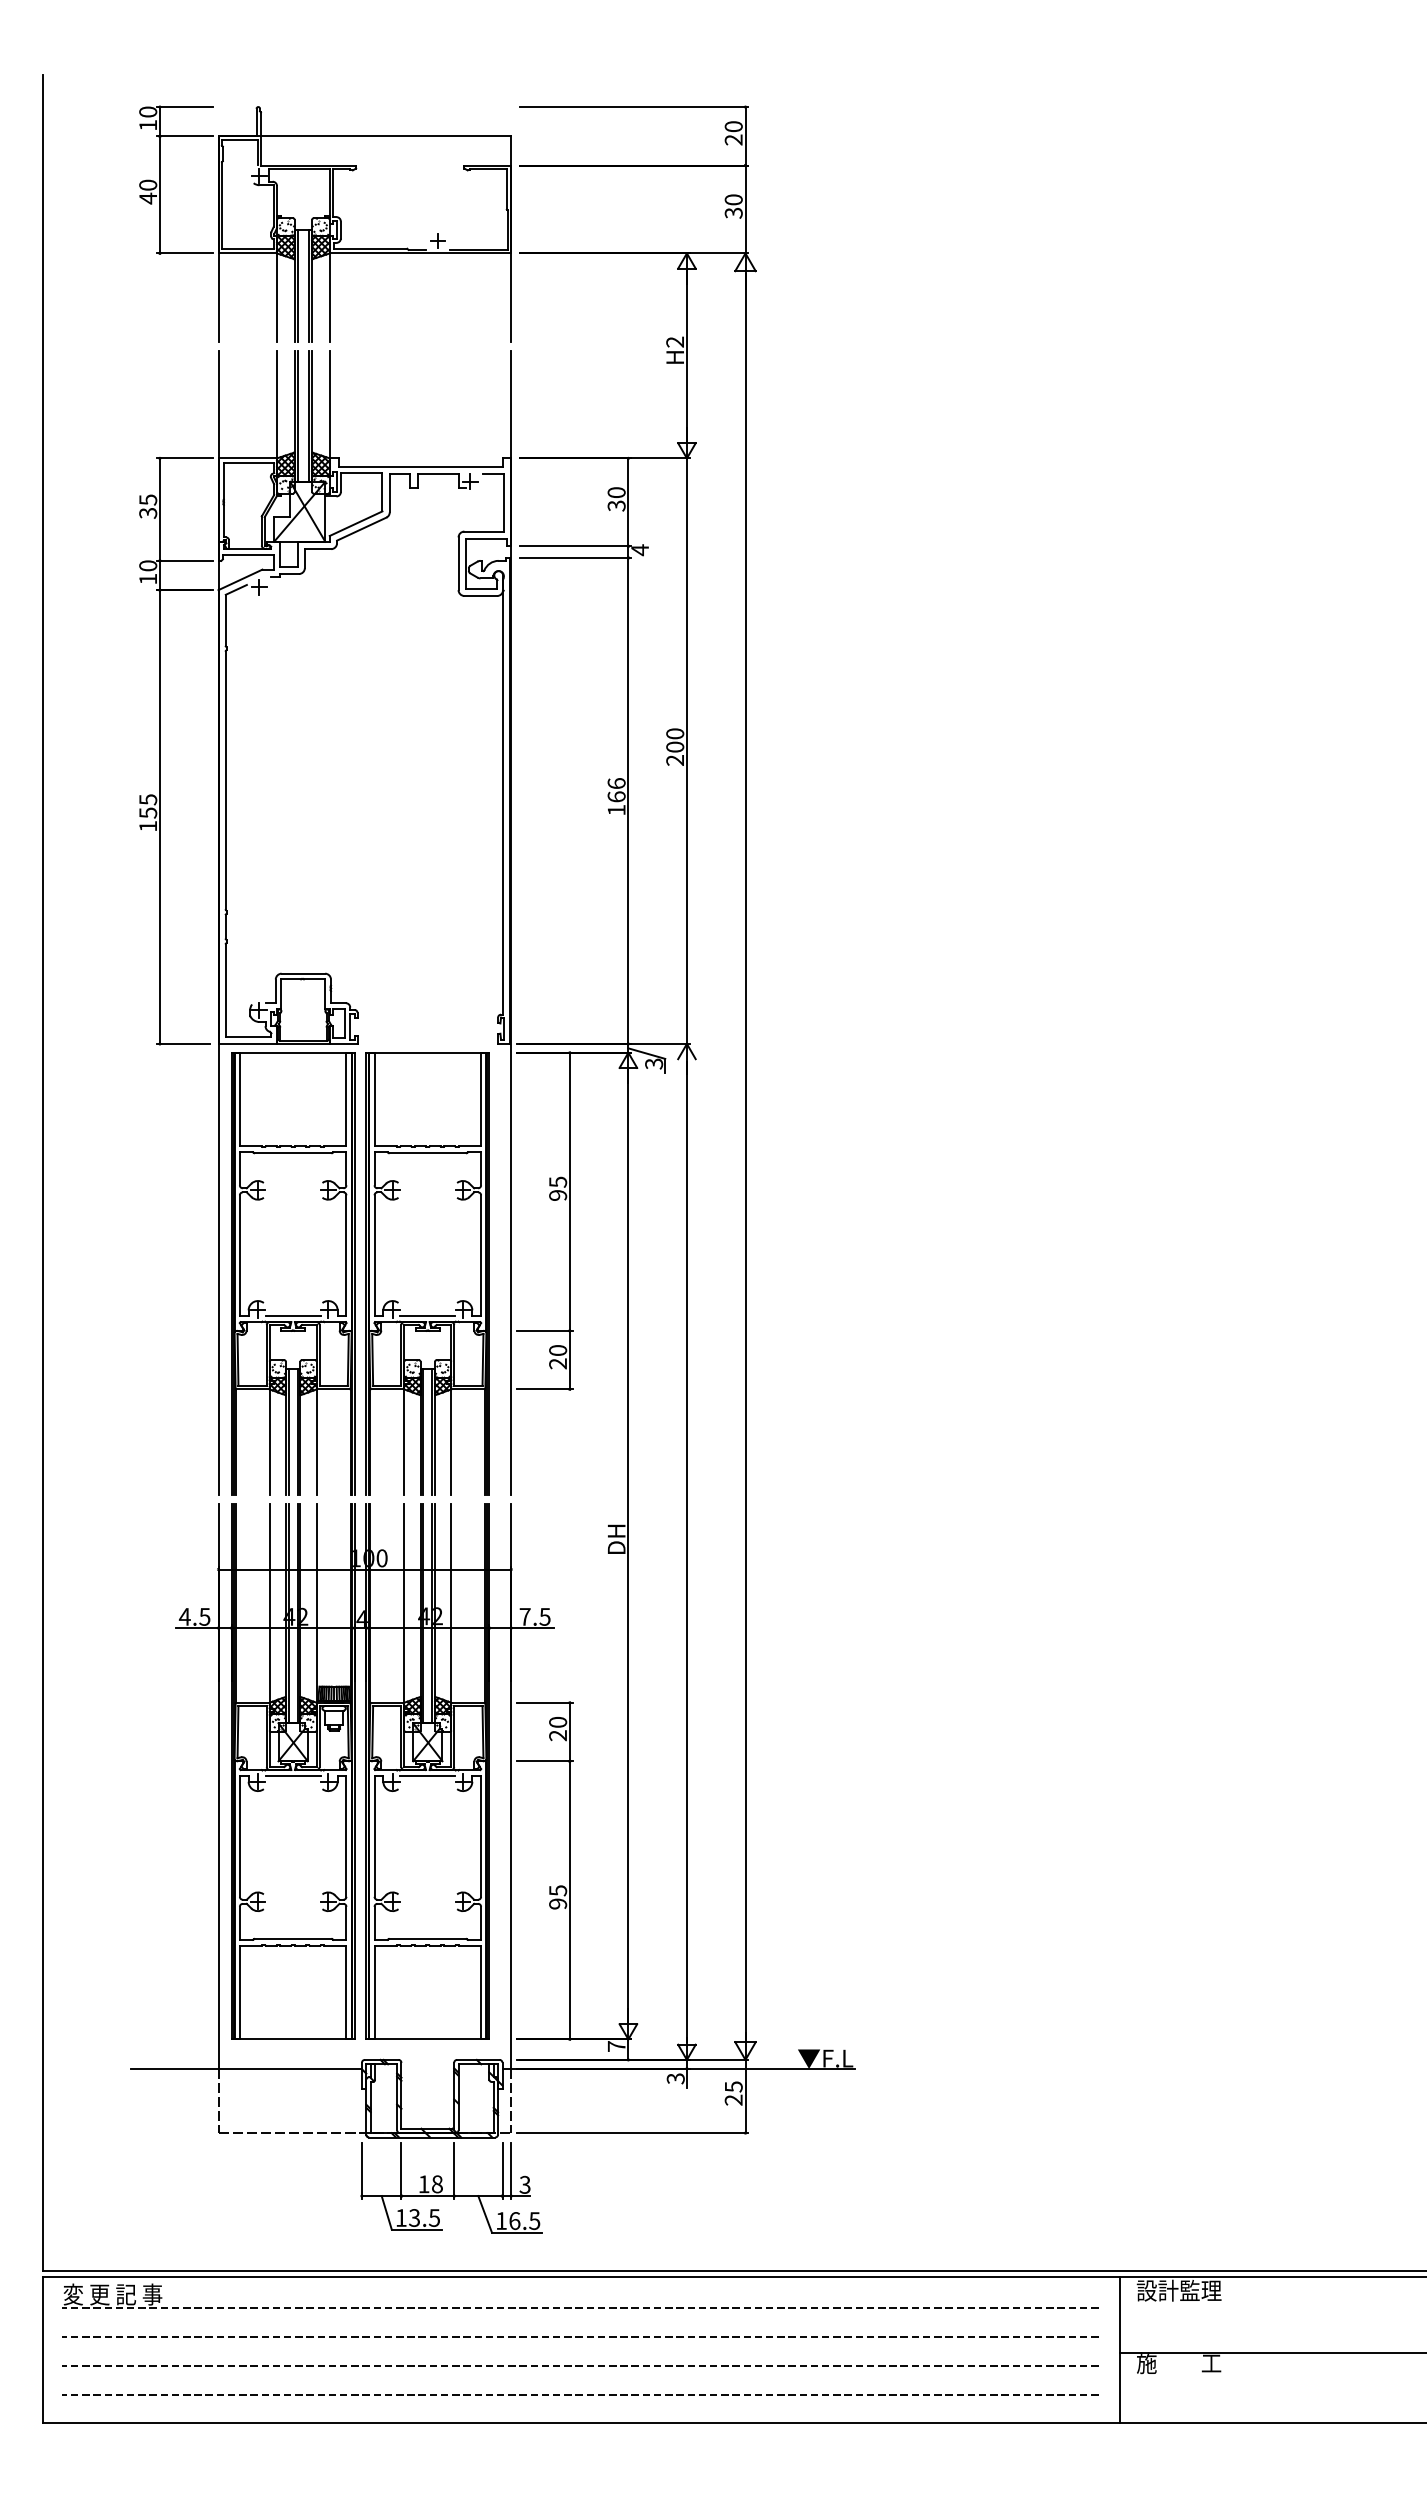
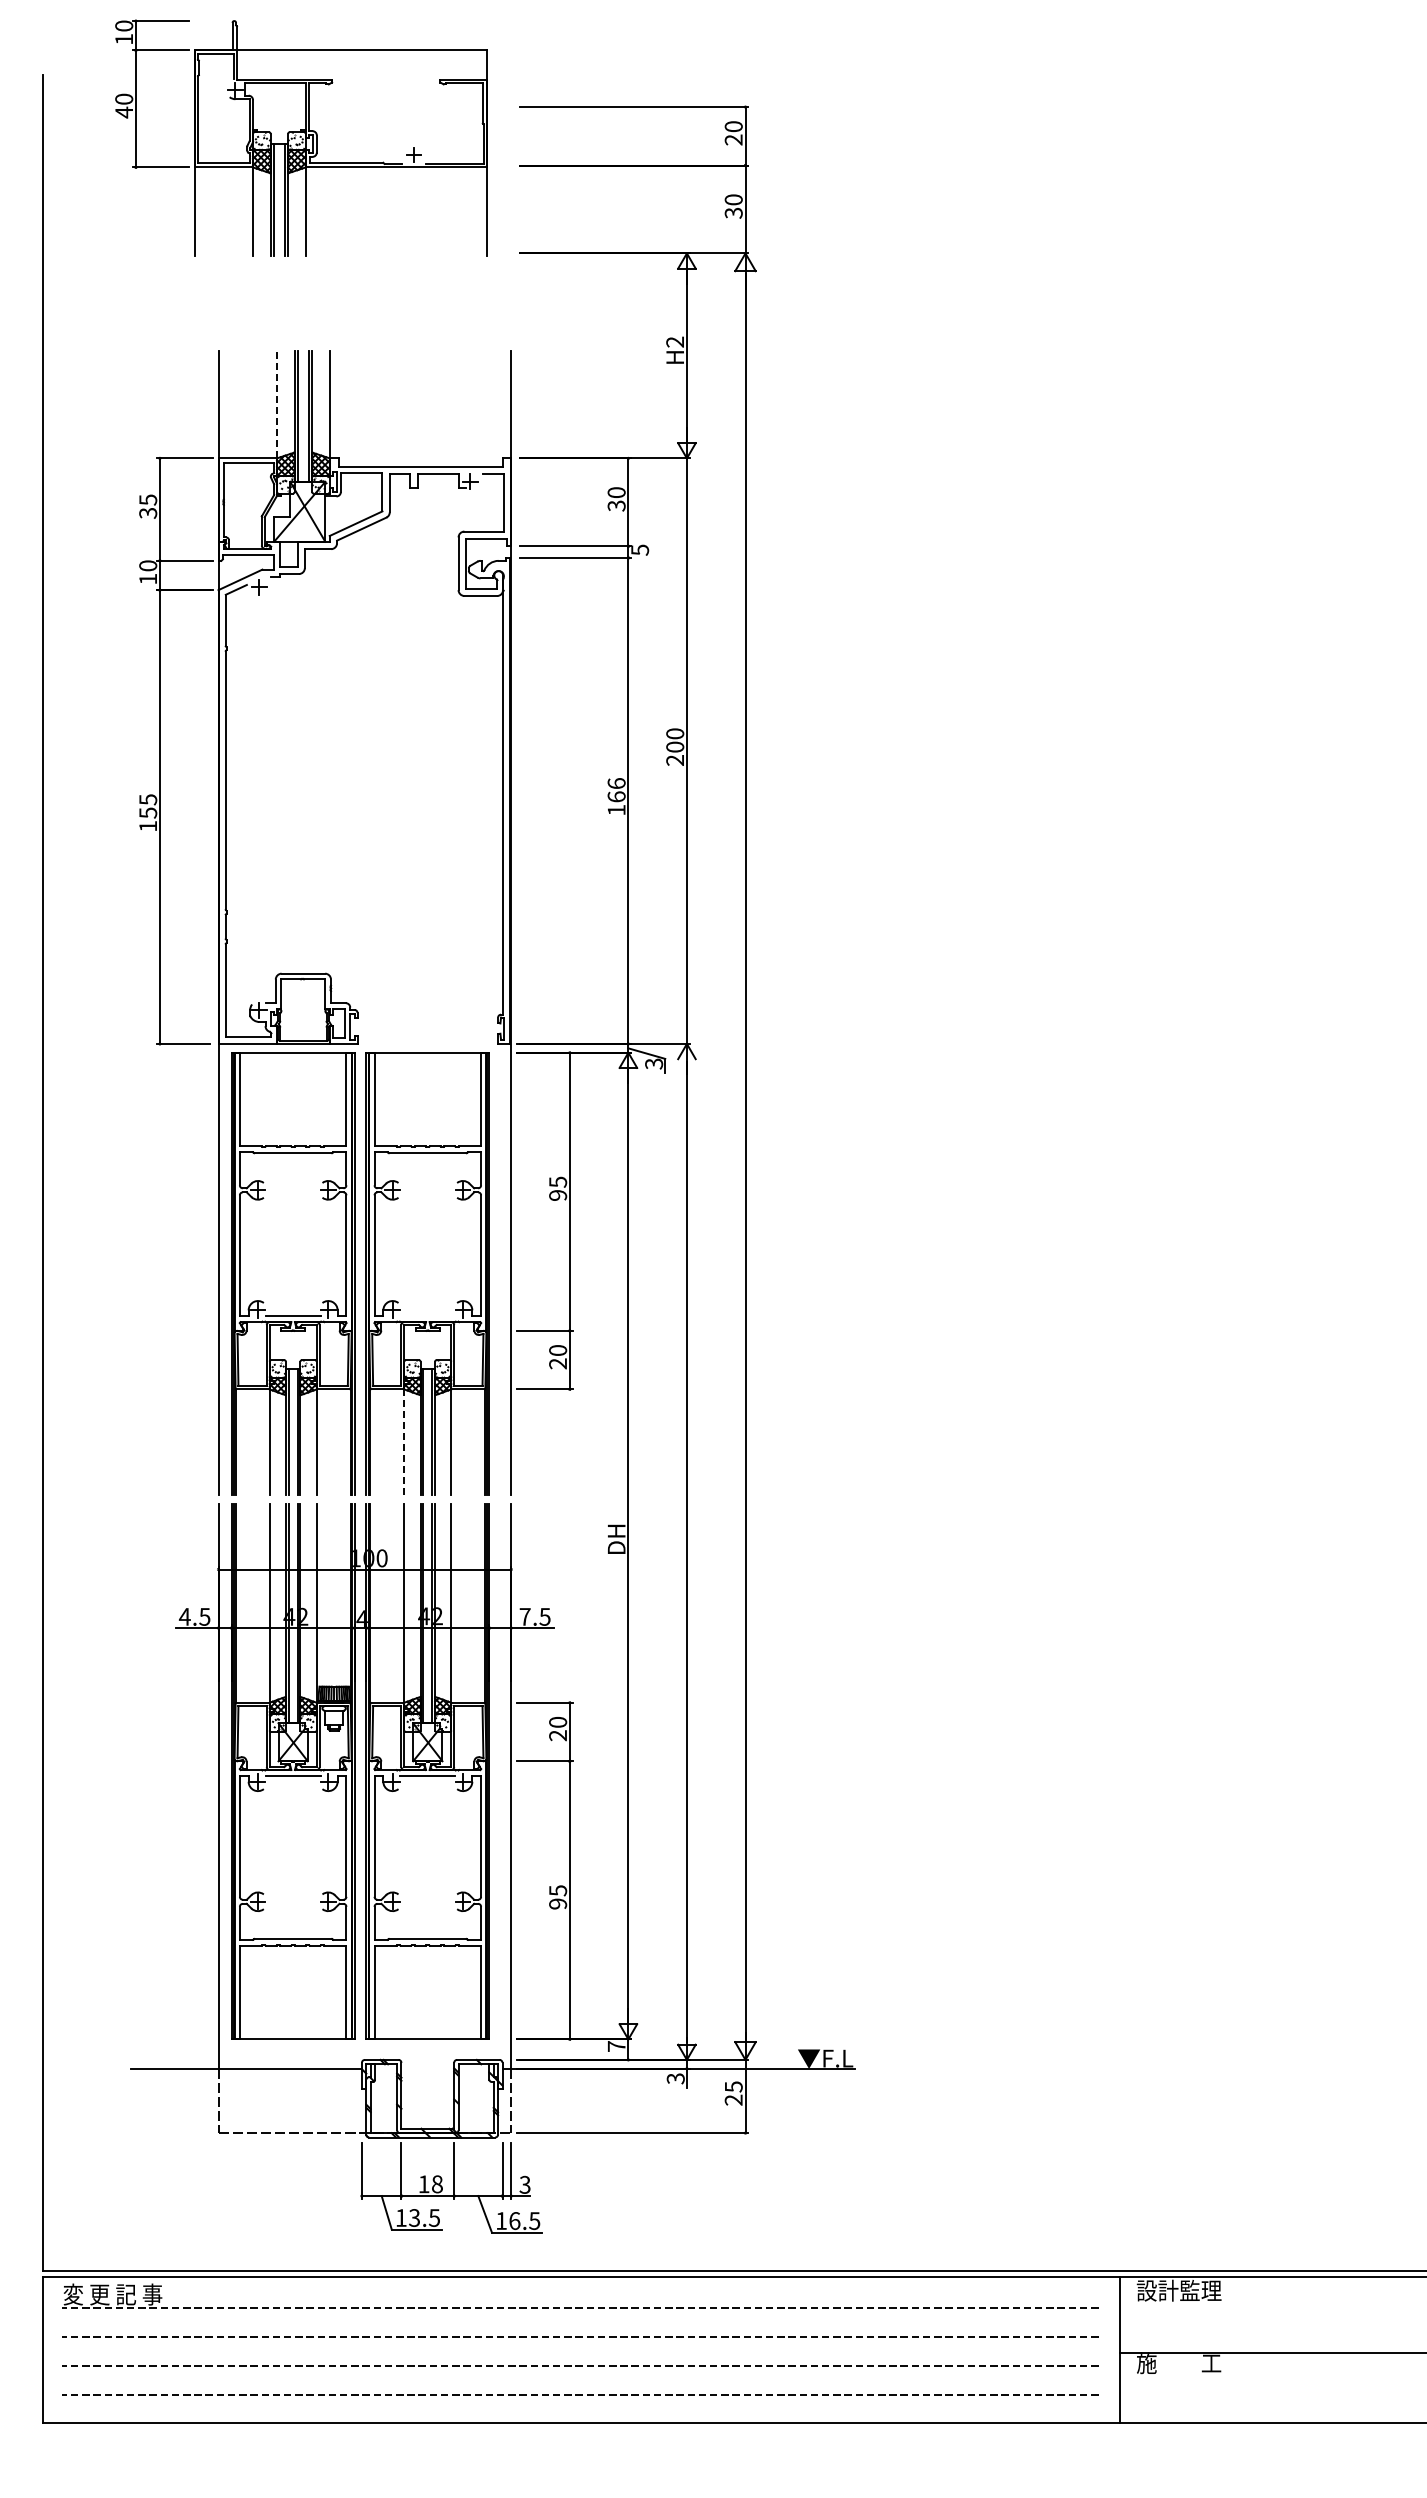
part at (325, 223) position: (325, 223) -> (301, 137)
line at (277, 404): solid -> dashed
text at (640, 550): 4 -> 5
line at (427, 1316): present -> none
line at (404, 1442): solid -> dashed
